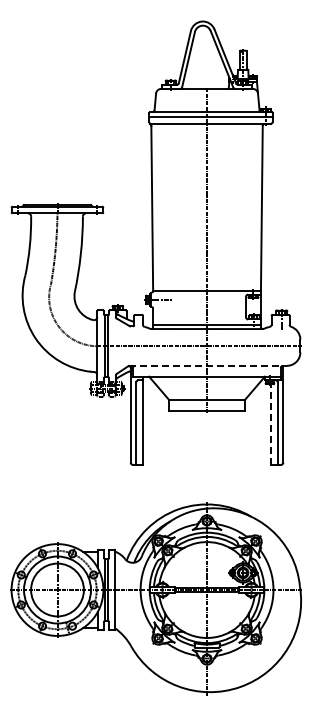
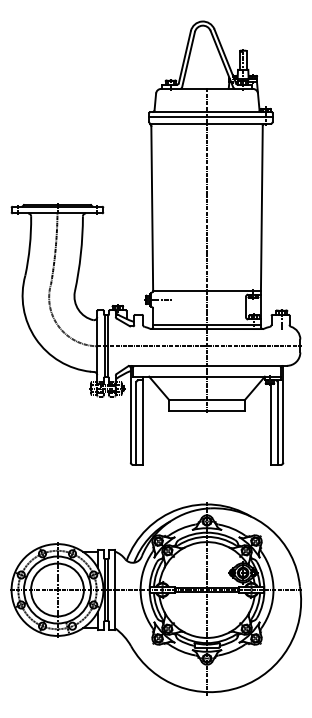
line at (208, 365): dashed -> solid
line at (270, 423): dashed -> solid
